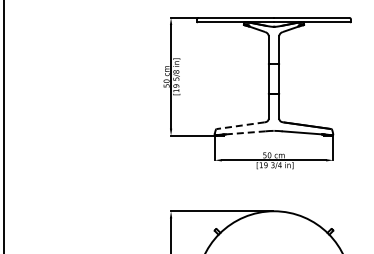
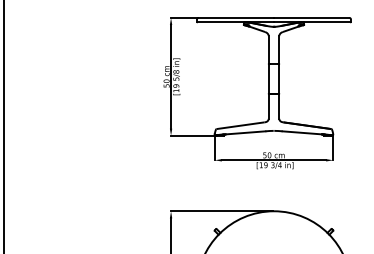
line at (240, 125): dashed -> solid
line at (245, 132): dashed -> solid
